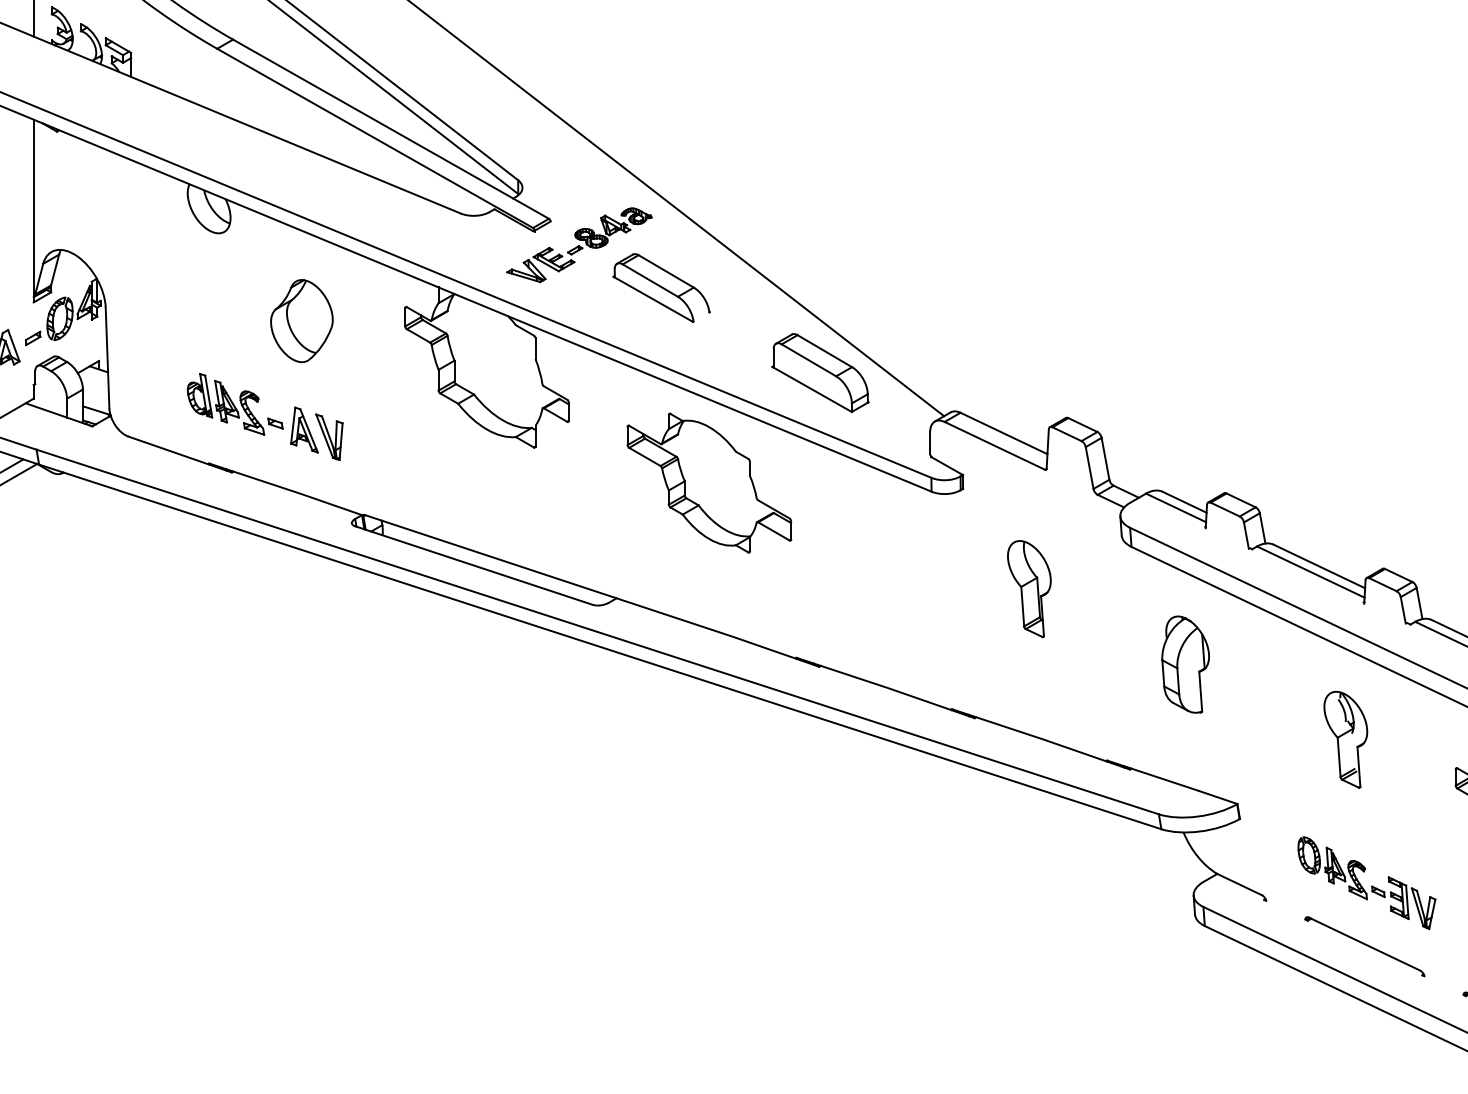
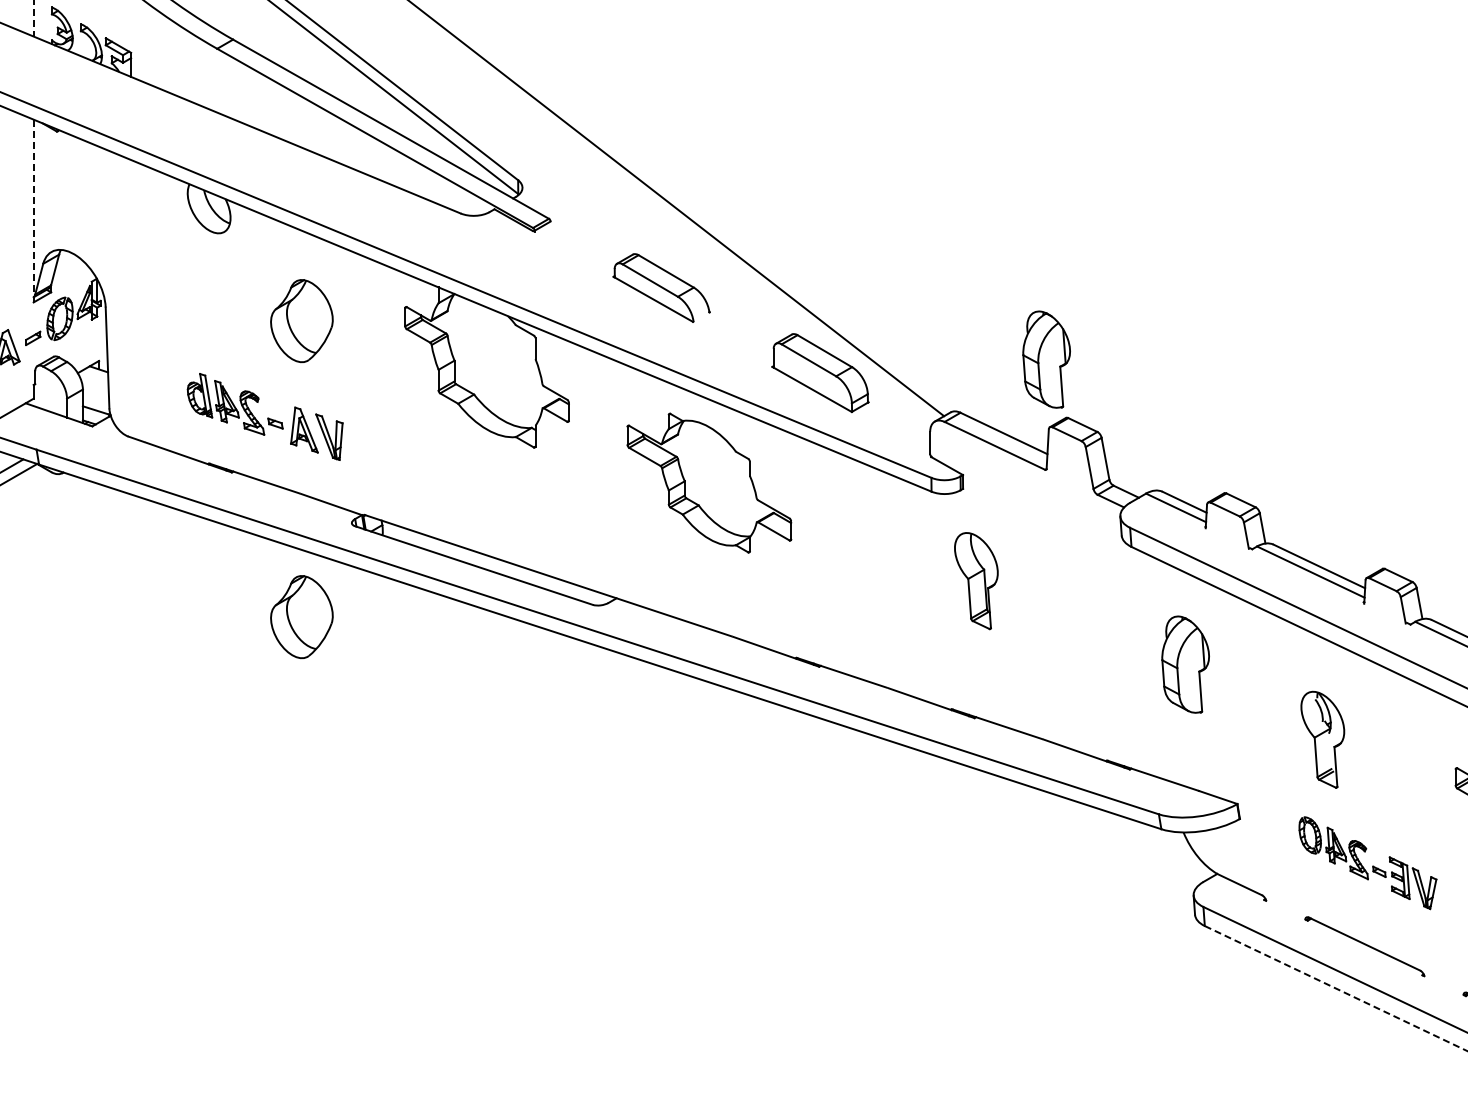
line at (33, 18): solid -> dashed
line at (33, 211): solid -> dashed
part at (579, 245): present -> none
part at (1046, 359): none -> present
part at (1029, 589) position: (1029, 589) -> (976, 581)
part at (301, 617): none -> present
part at (1345, 739) position: (1345, 739) -> (1322, 739)
part at (1366, 883) position: (1366, 883) -> (1367, 863)
line at (1336, 988): solid -> dashed
